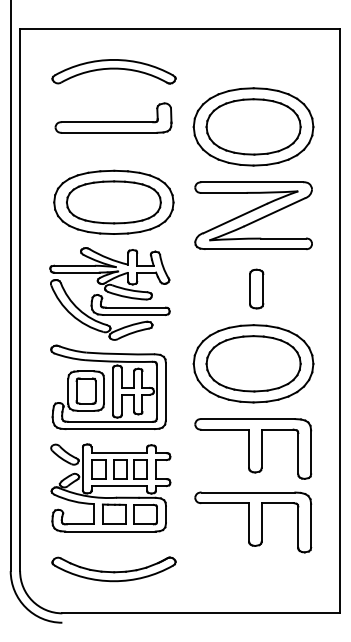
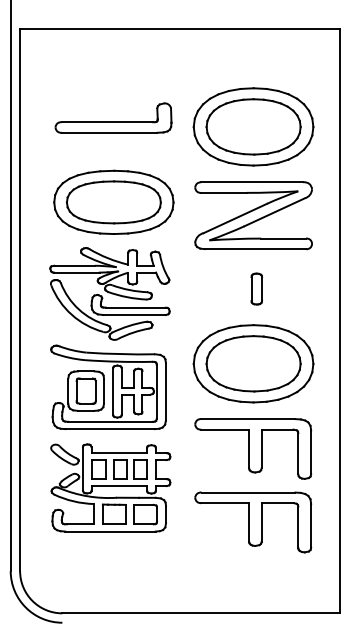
part at (113, 71): present -> none
part at (256, 288) size: 16x42 px -> 13x34 px
part at (113, 569): present -> none
